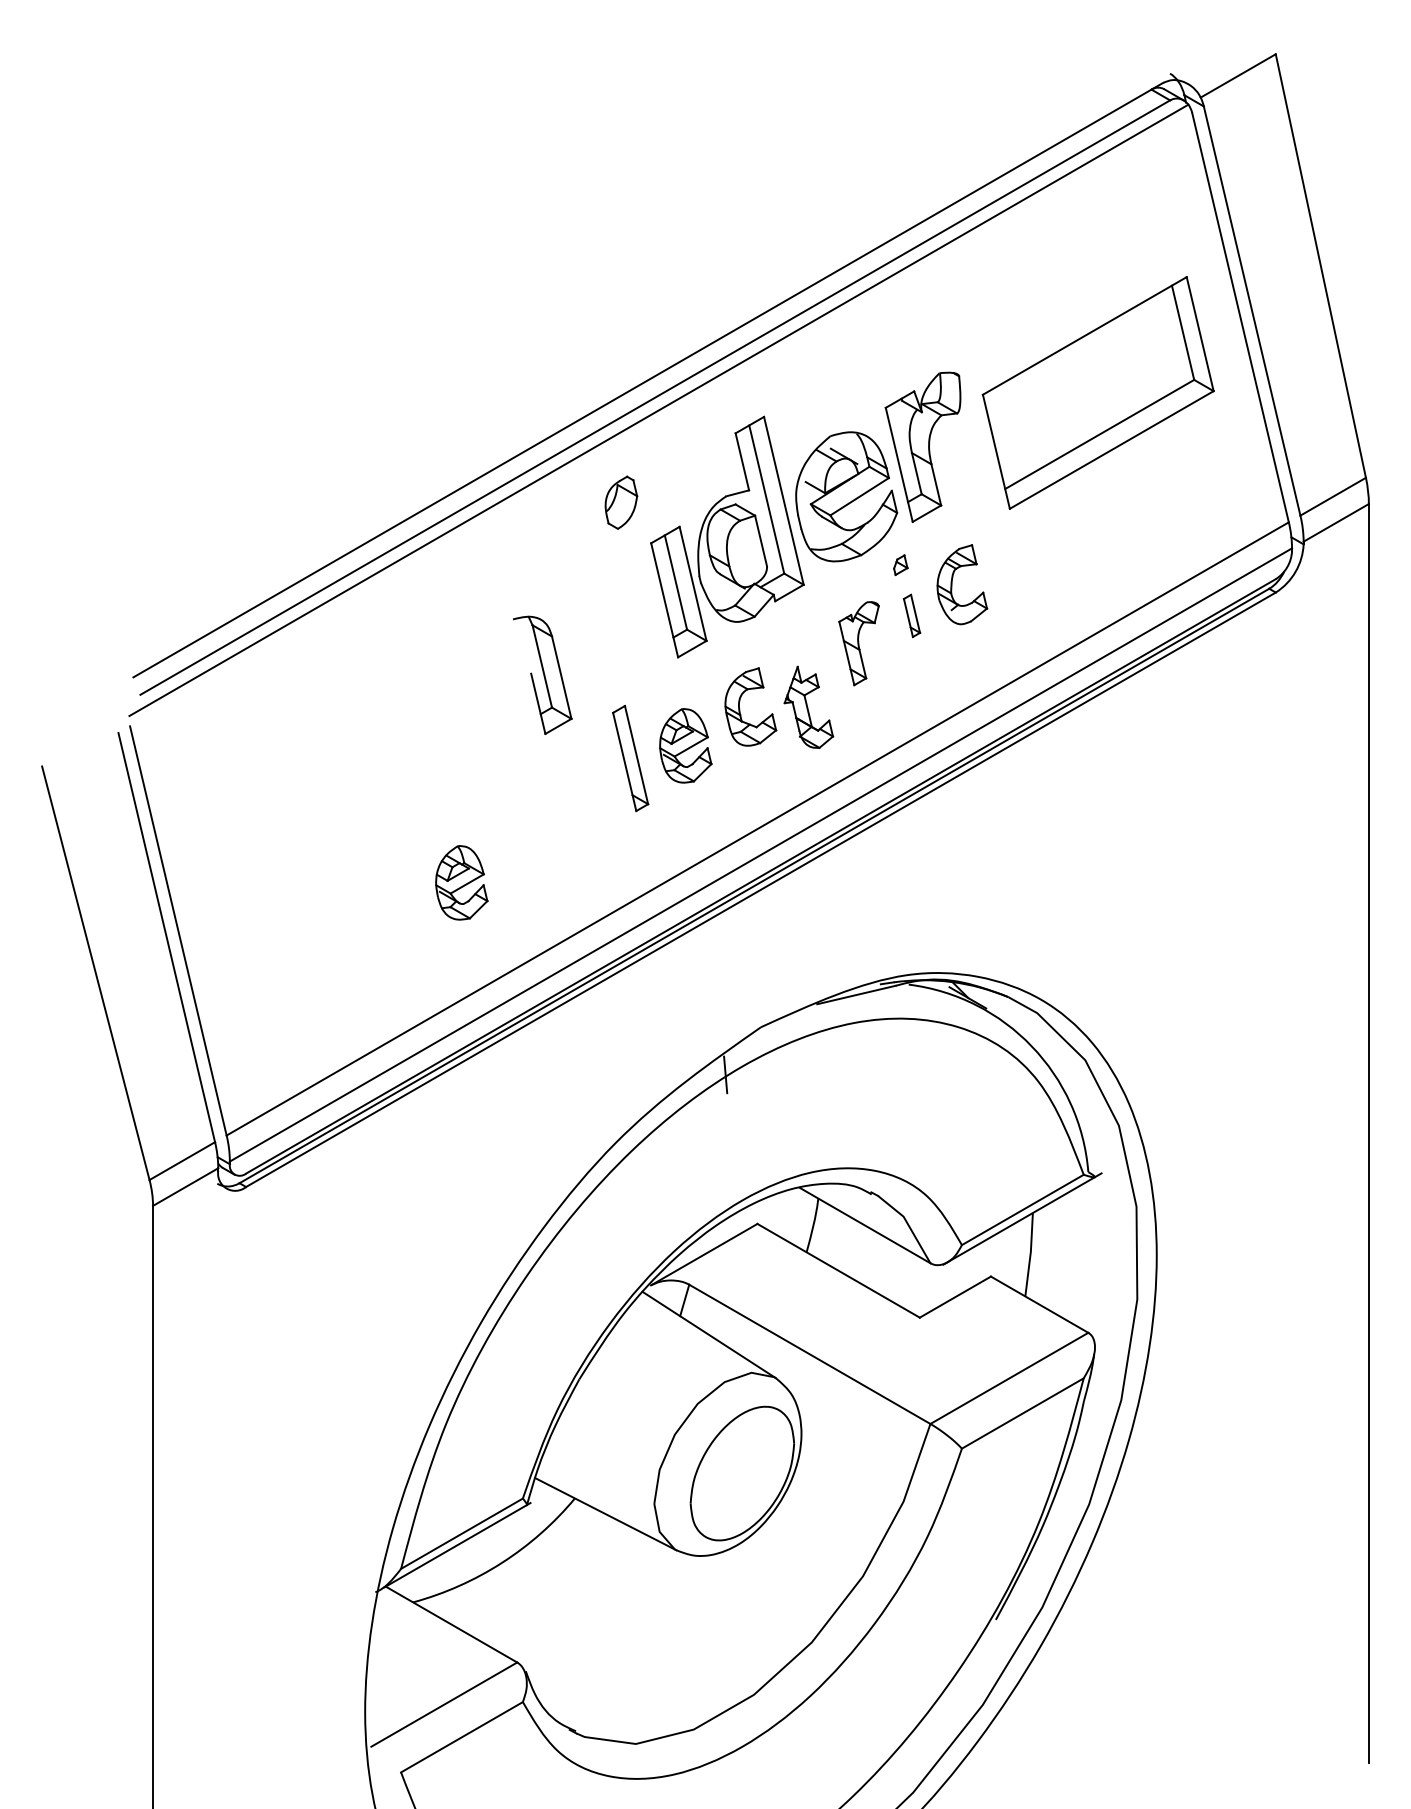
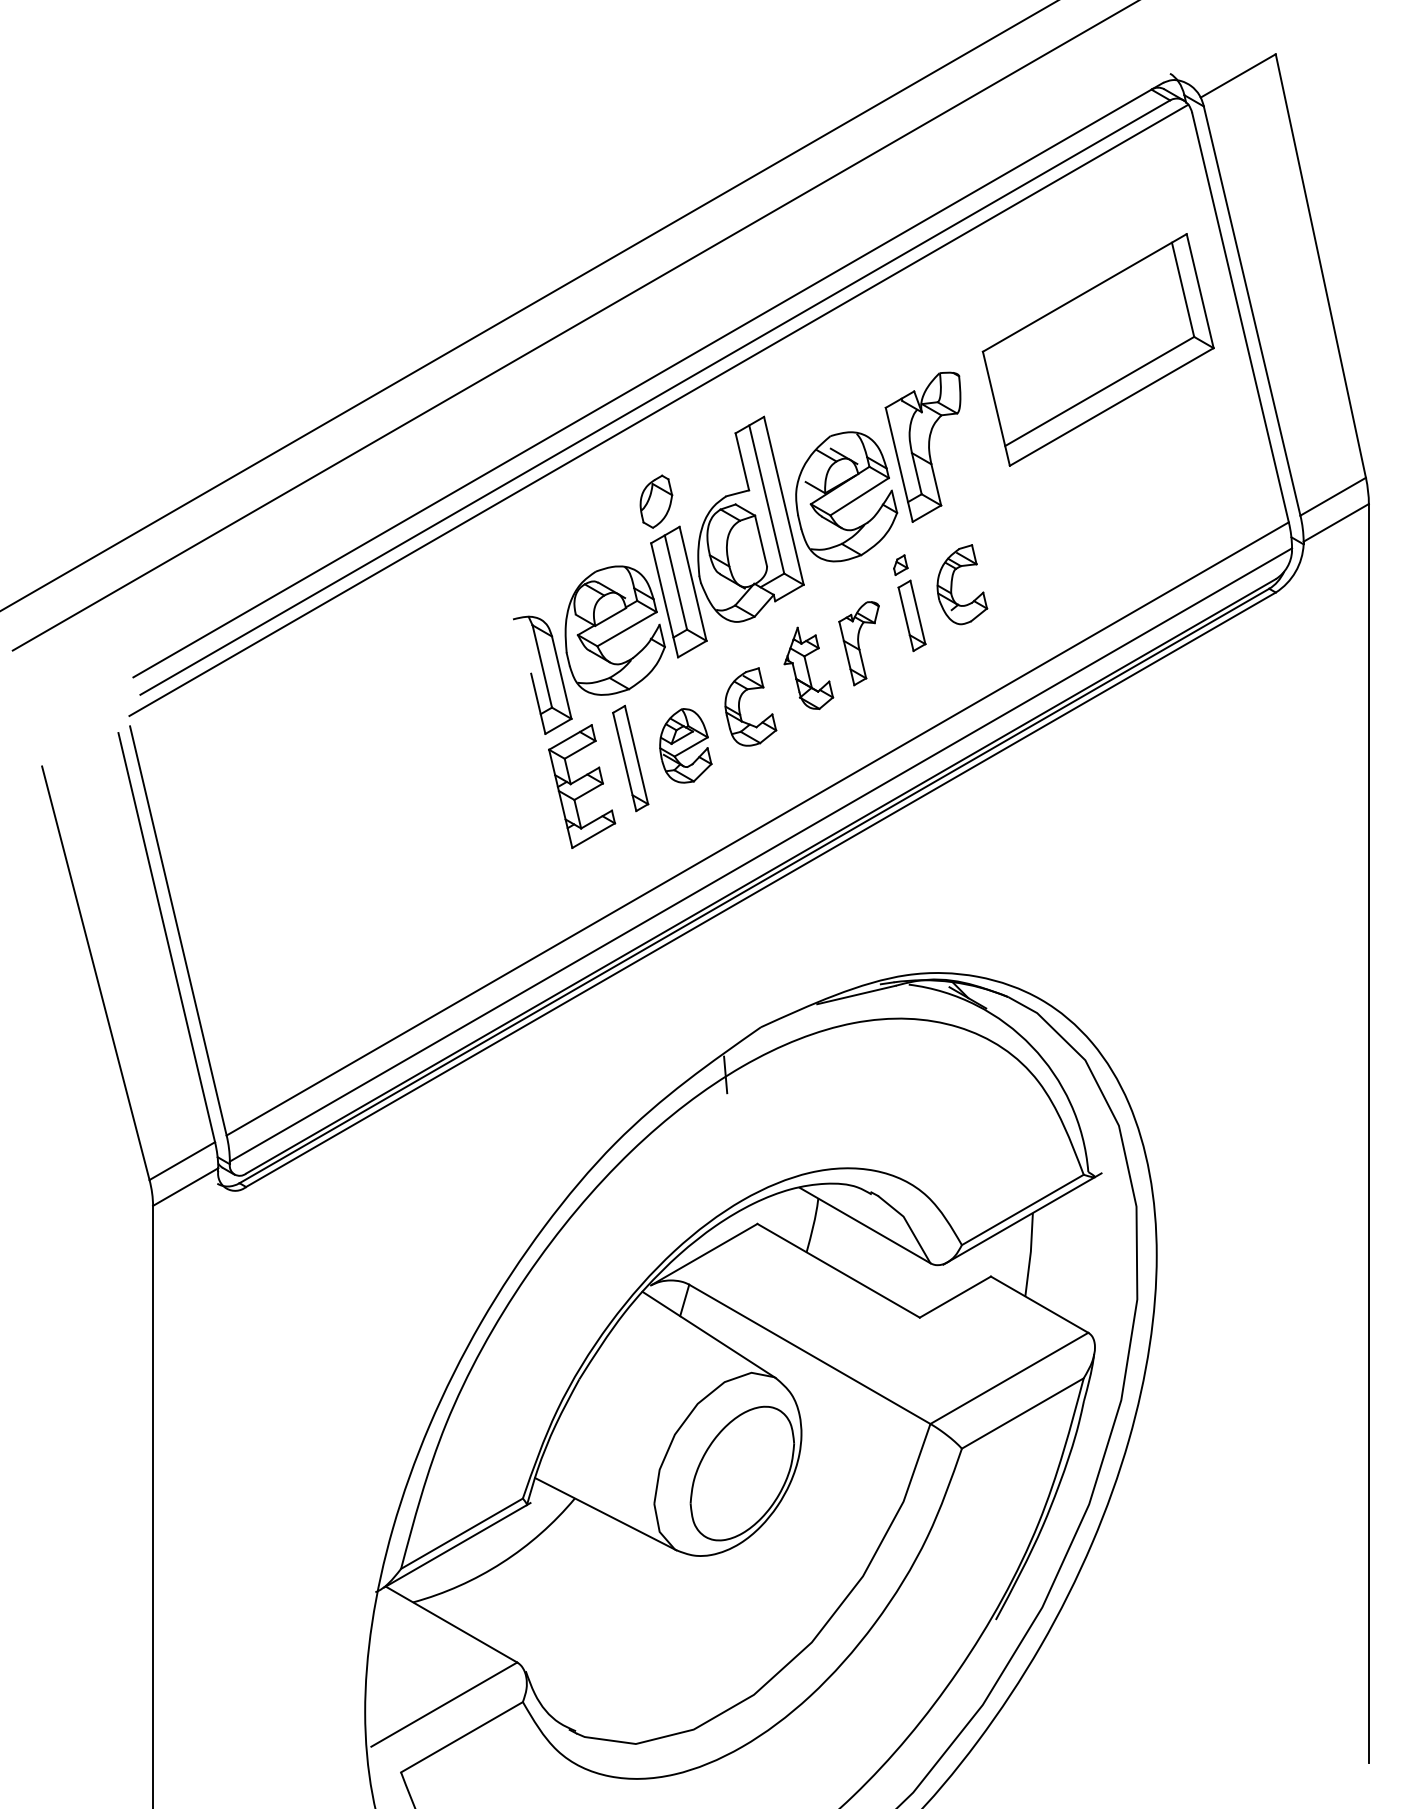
line at (528, 305): none -> present
line at (573, 326): none -> present
part at (1097, 392) position: (1097, 392) -> (1097, 349)
part at (621, 502) position: (621, 502) -> (656, 501)
part at (911, 615) size: 20x46 px -> 30x74 px
part at (614, 630): none -> present
part at (808, 706) position: (808, 706) -> (808, 667)
part at (582, 786): none -> present
part at (461, 882): present -> none
